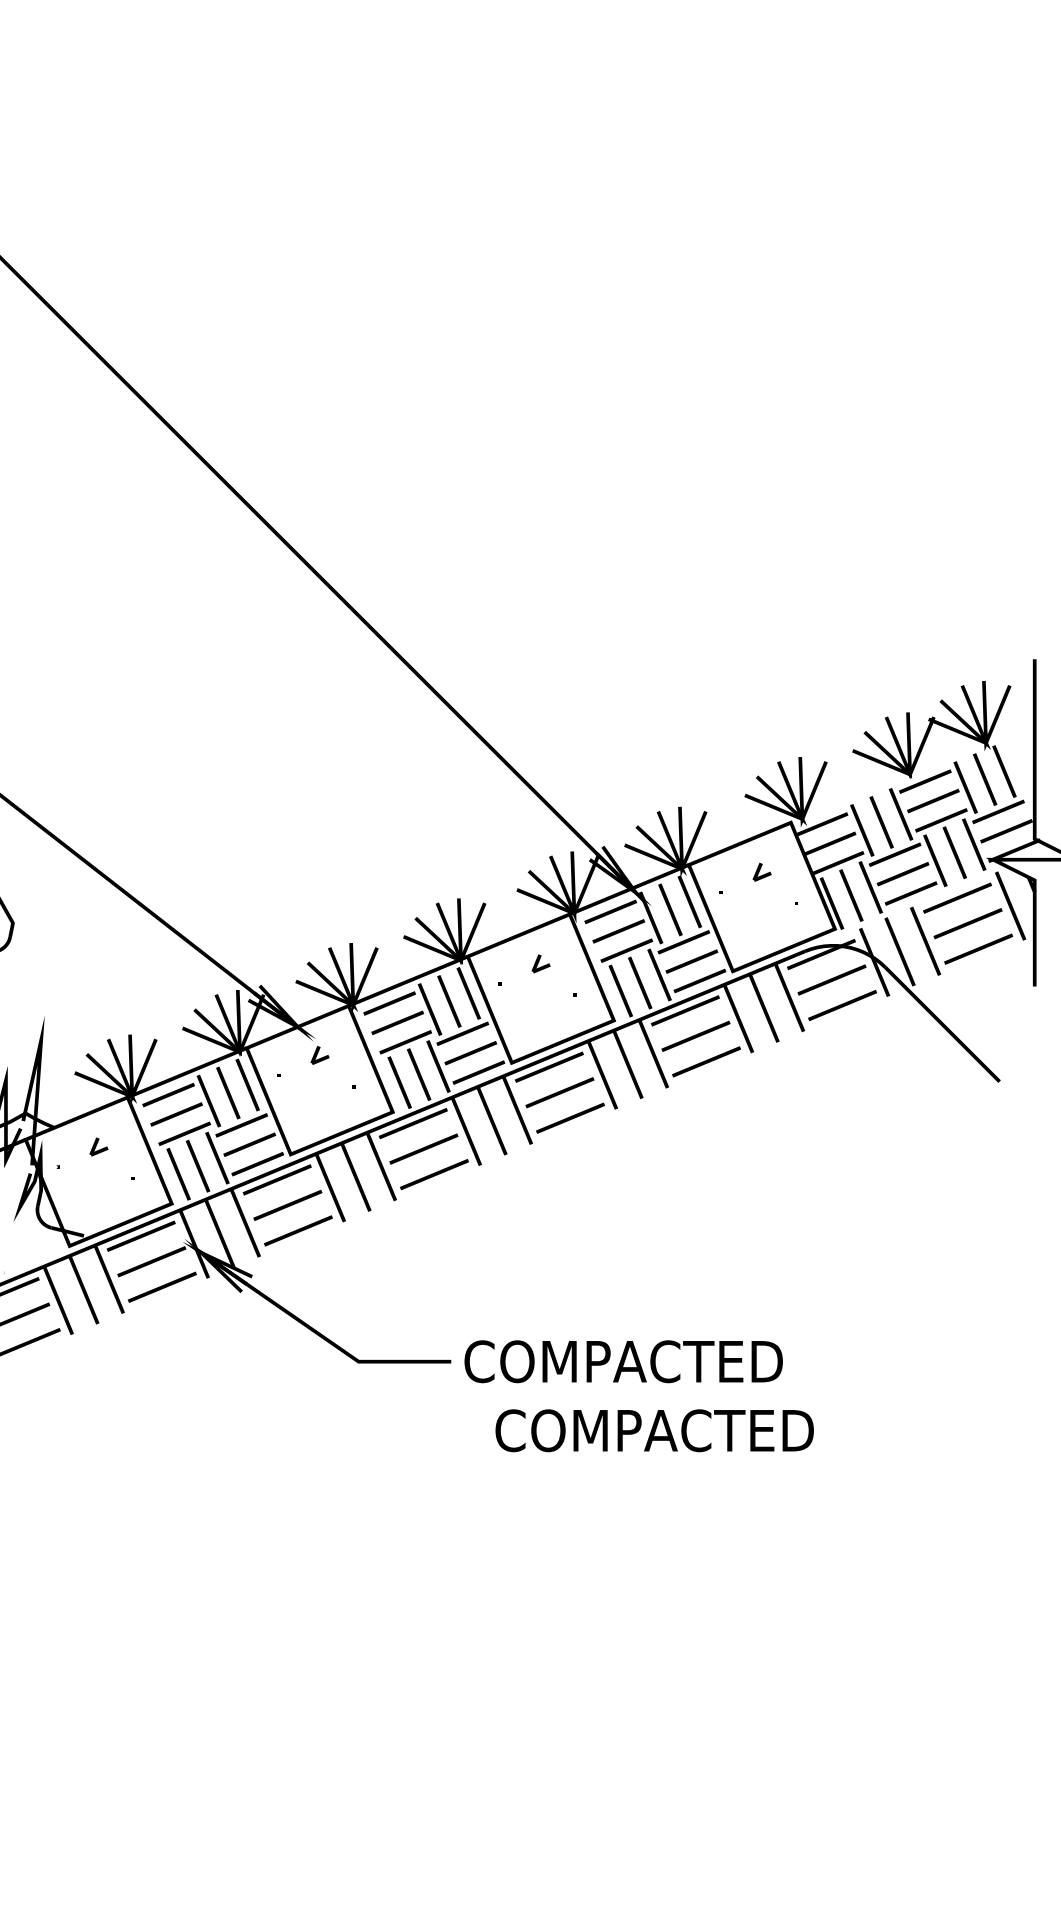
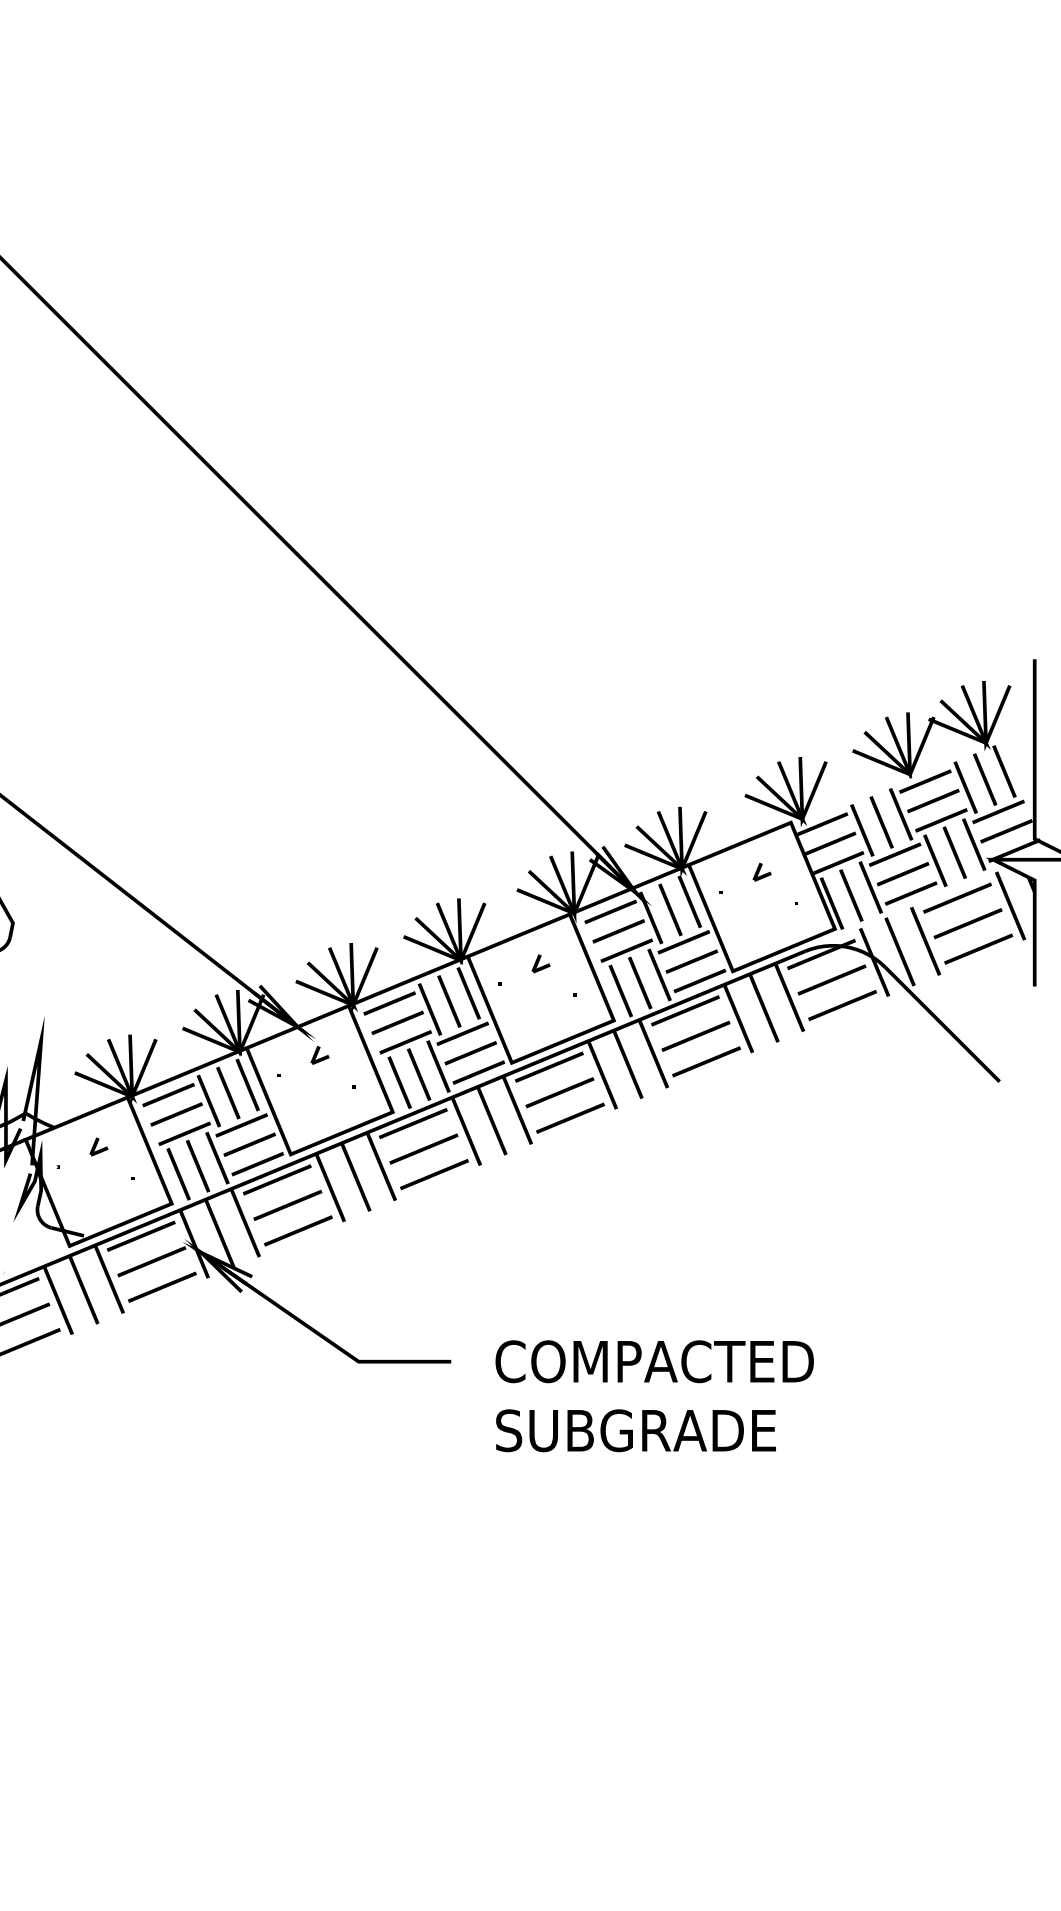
text at (623, 1361) position: (623, 1361) -> (654, 1361)
text at (654, 1430): COMPACTED -> SUBGRADE
